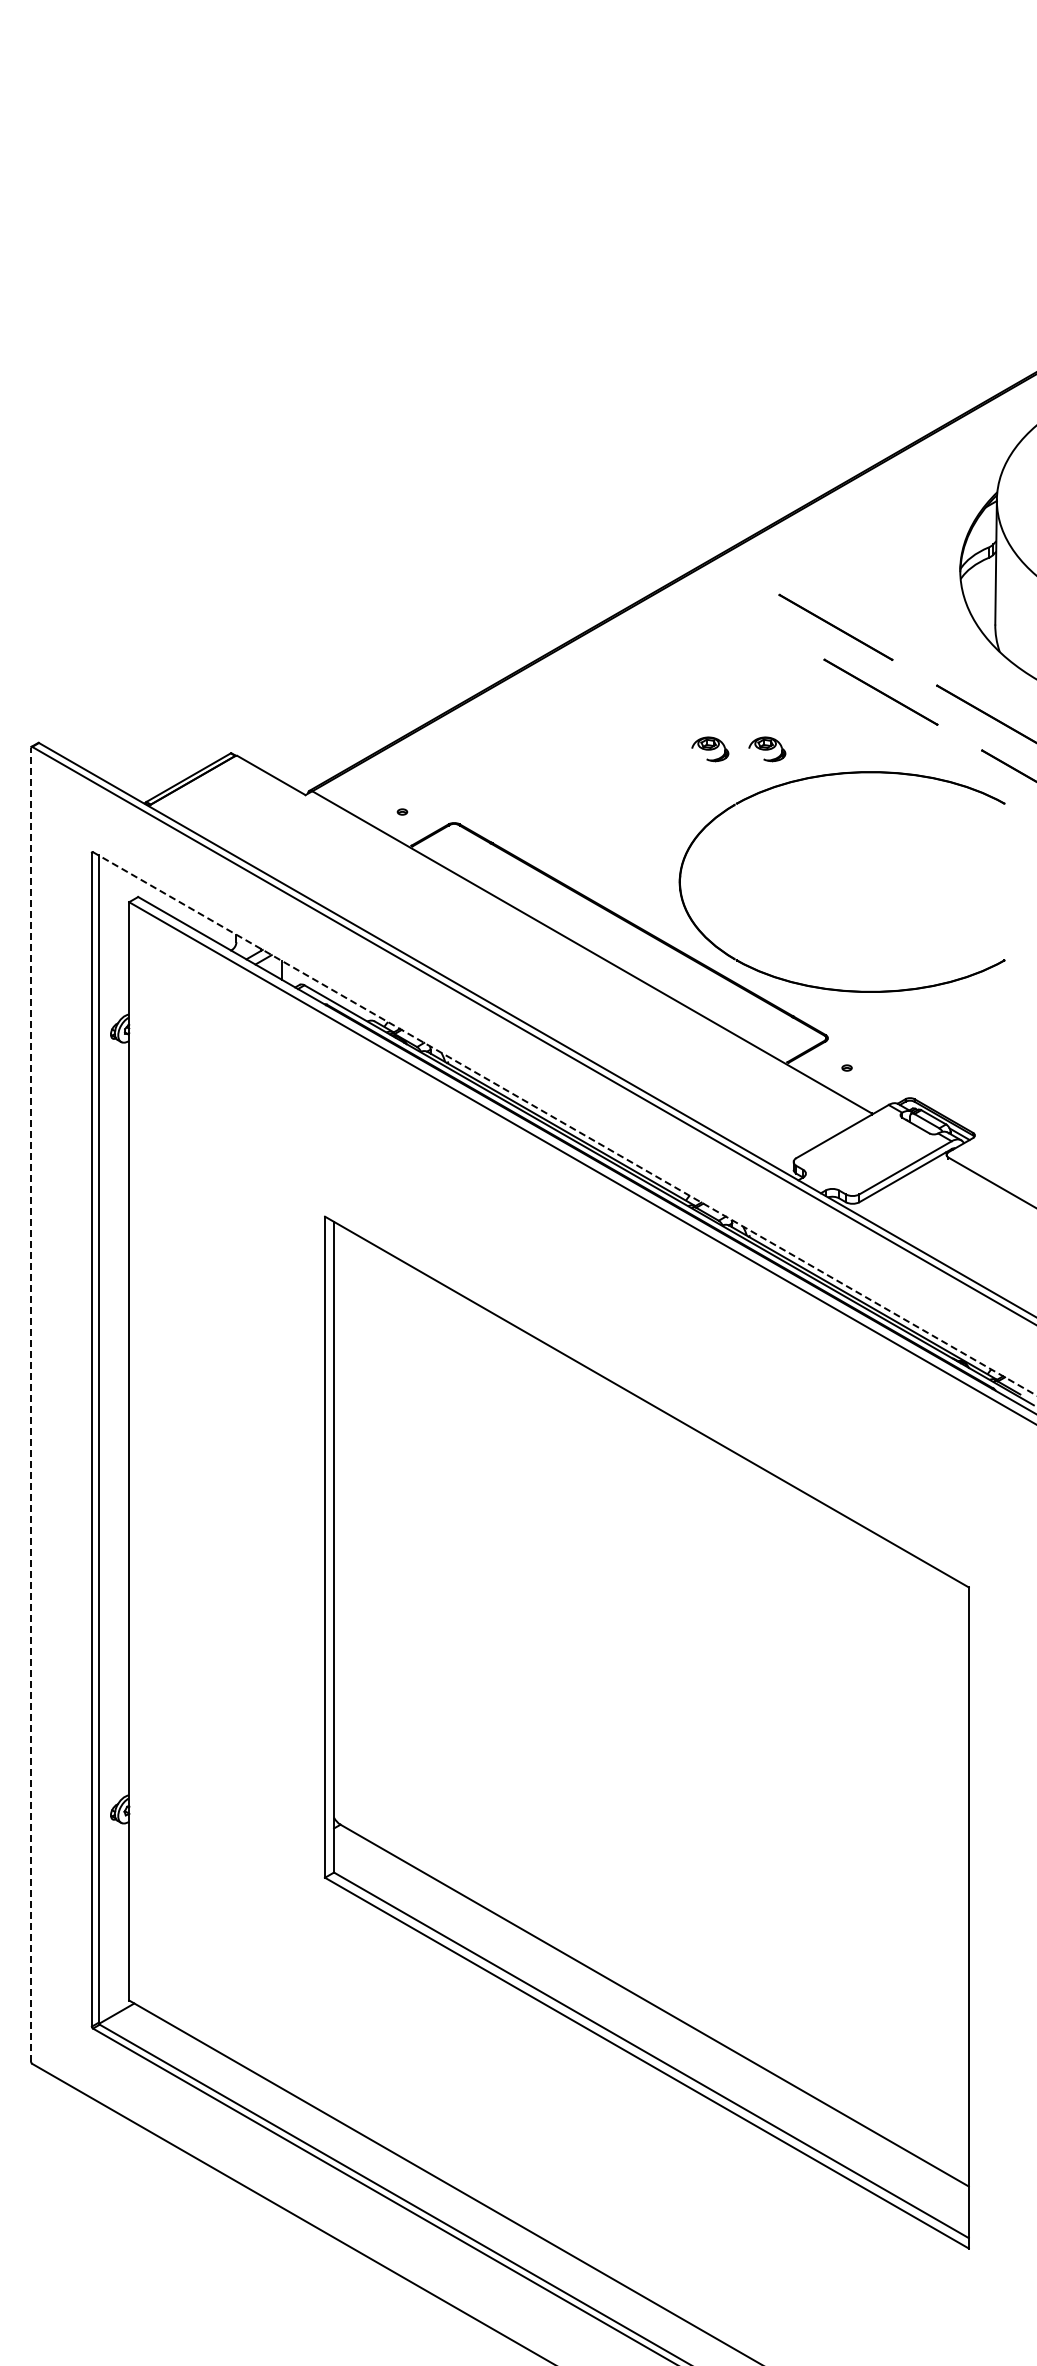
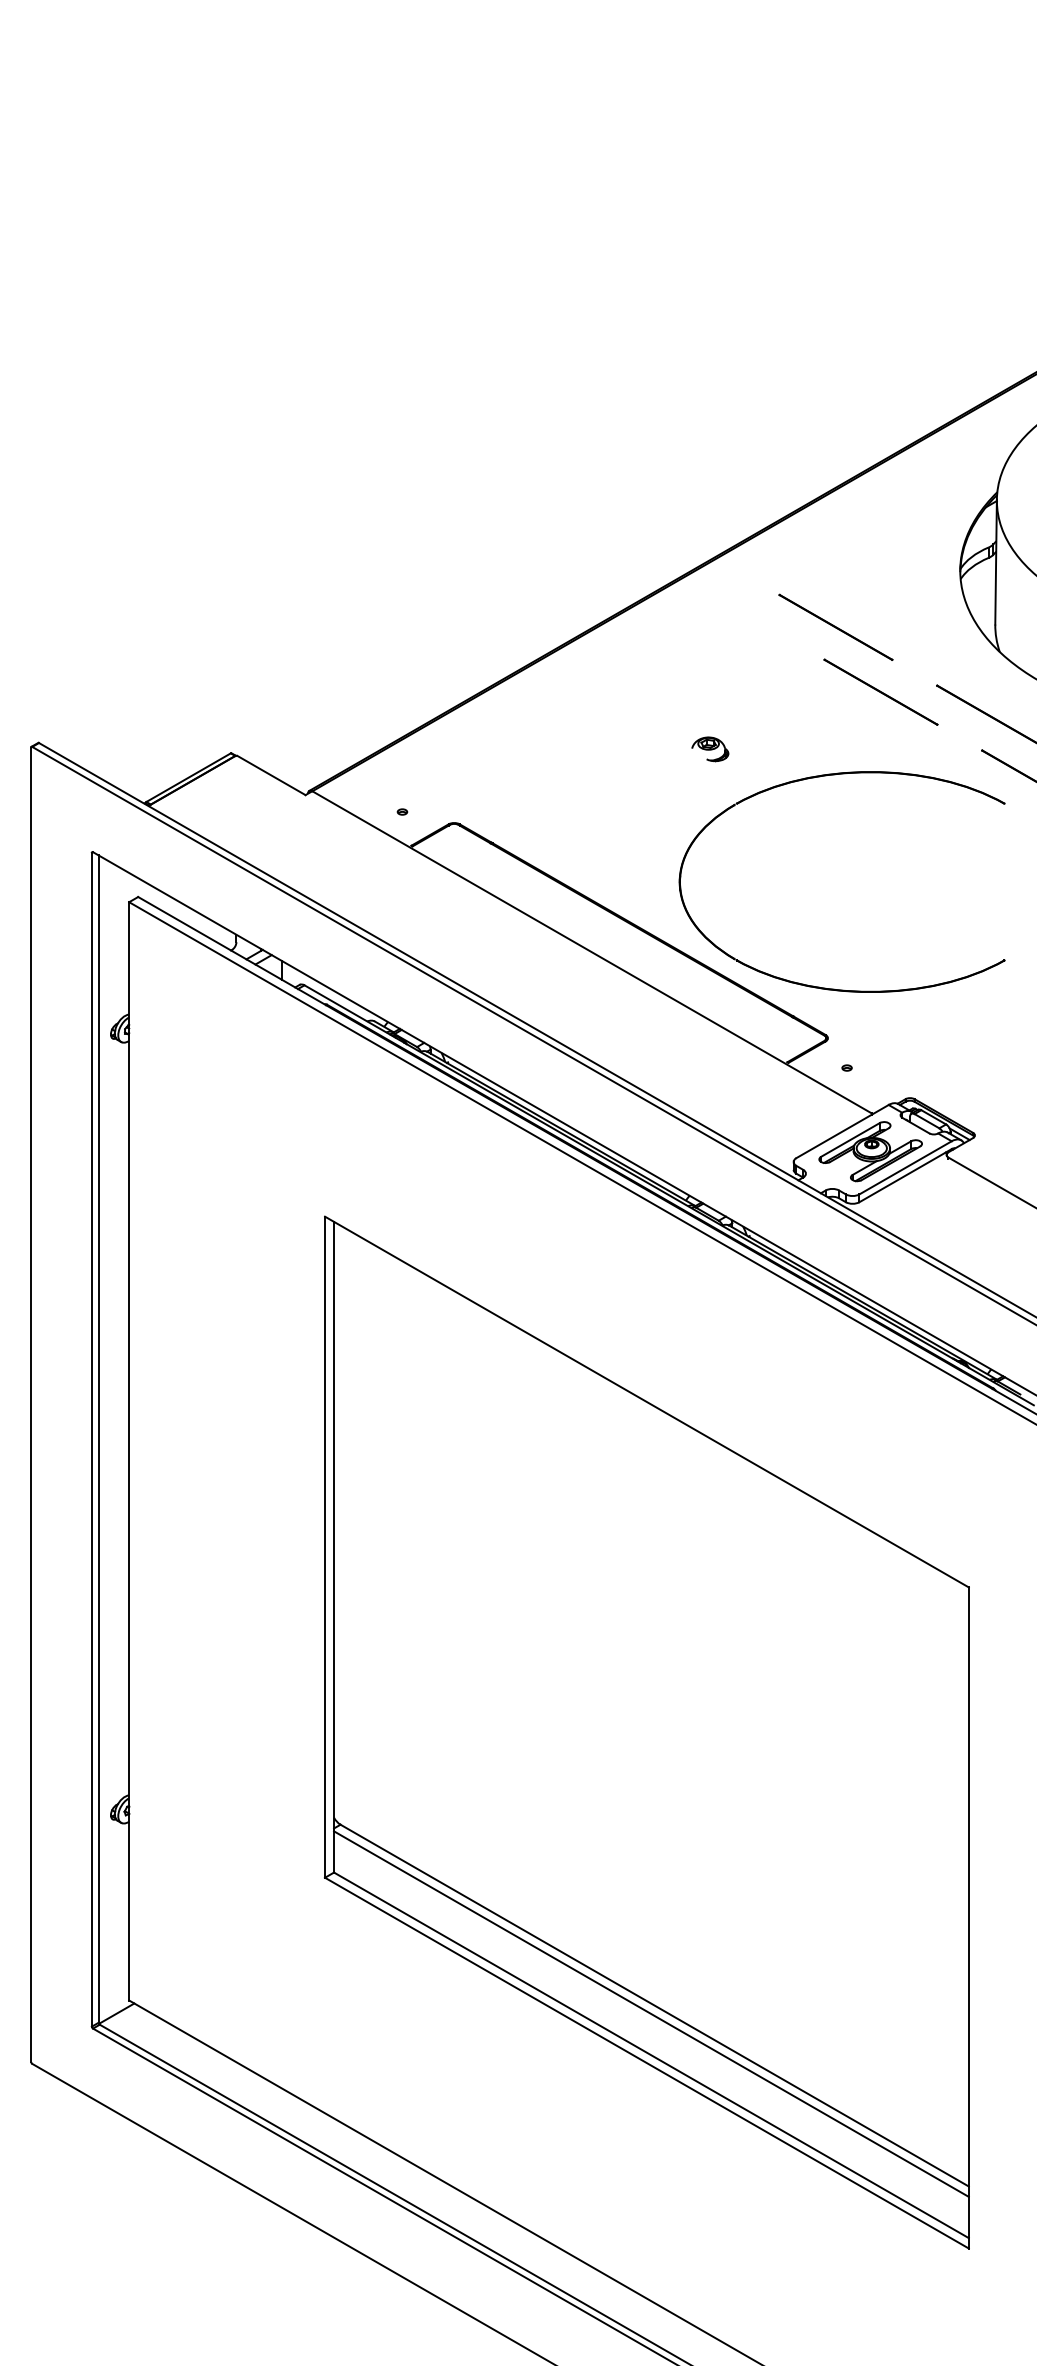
part at (767, 749): present -> none
line at (565, 1124): dashed -> solid
part at (870, 1151): none -> present
line at (31, 1404): dashed -> solid
line at (651, 2013): none -> present
